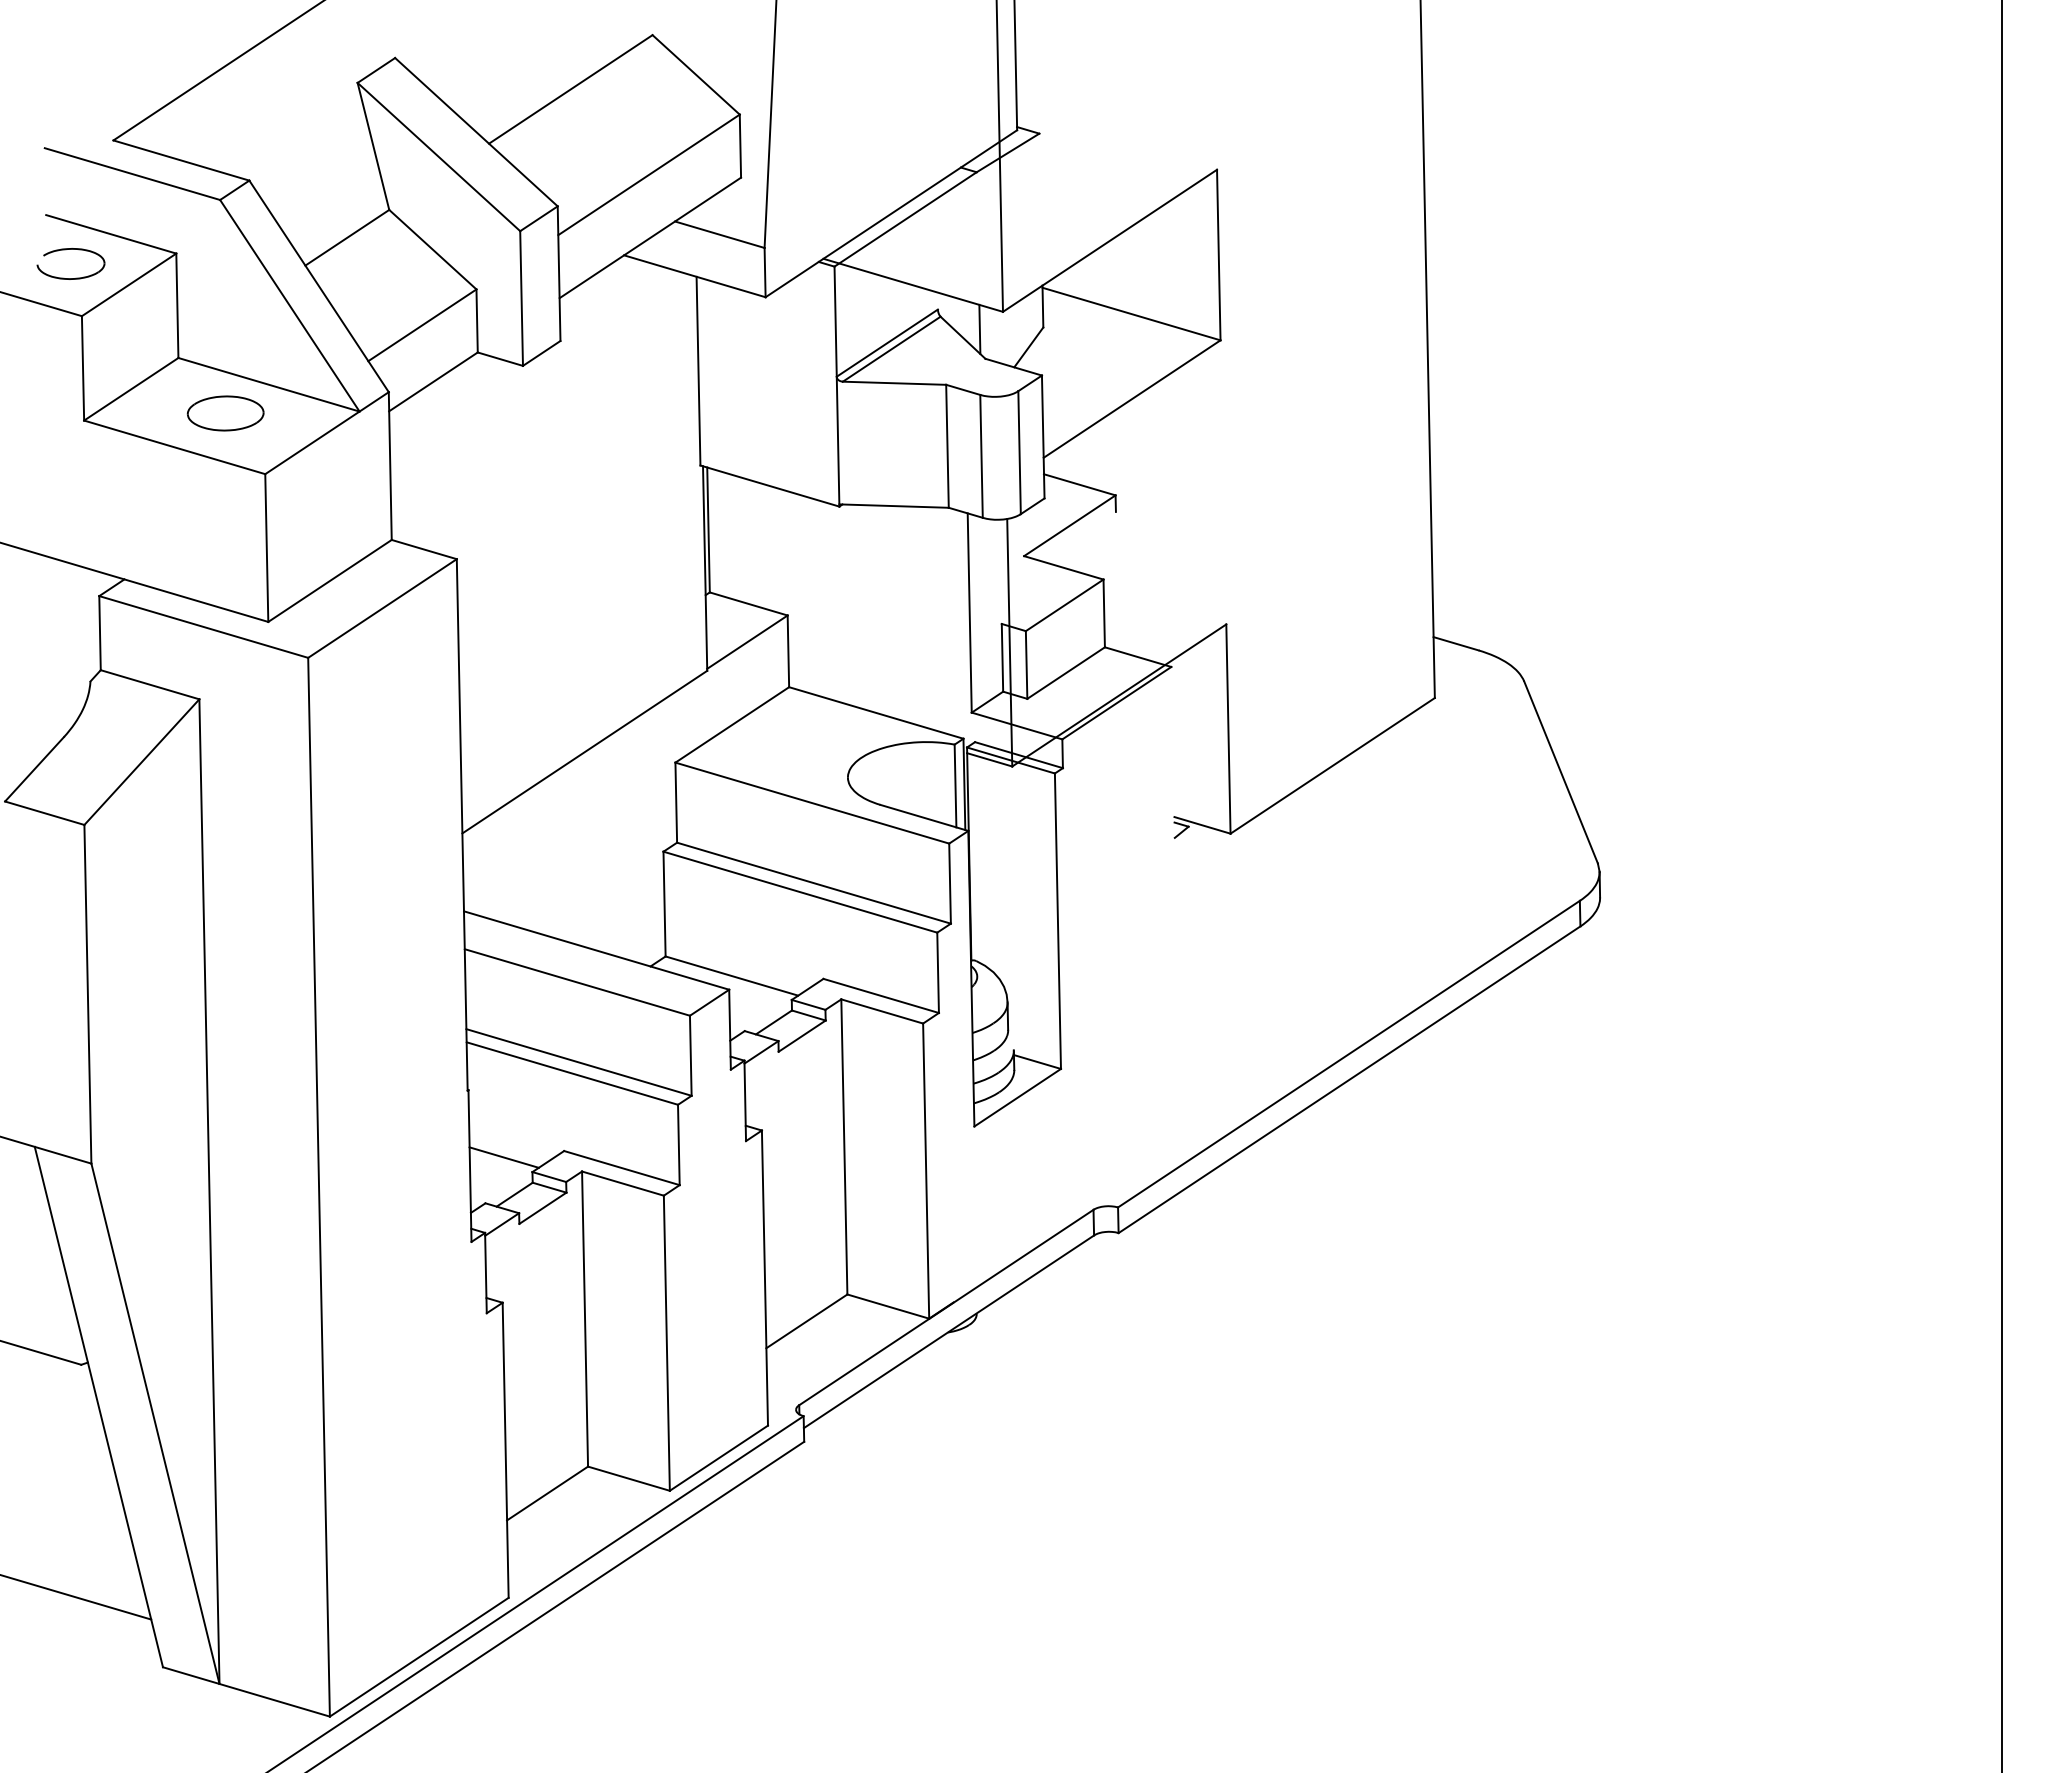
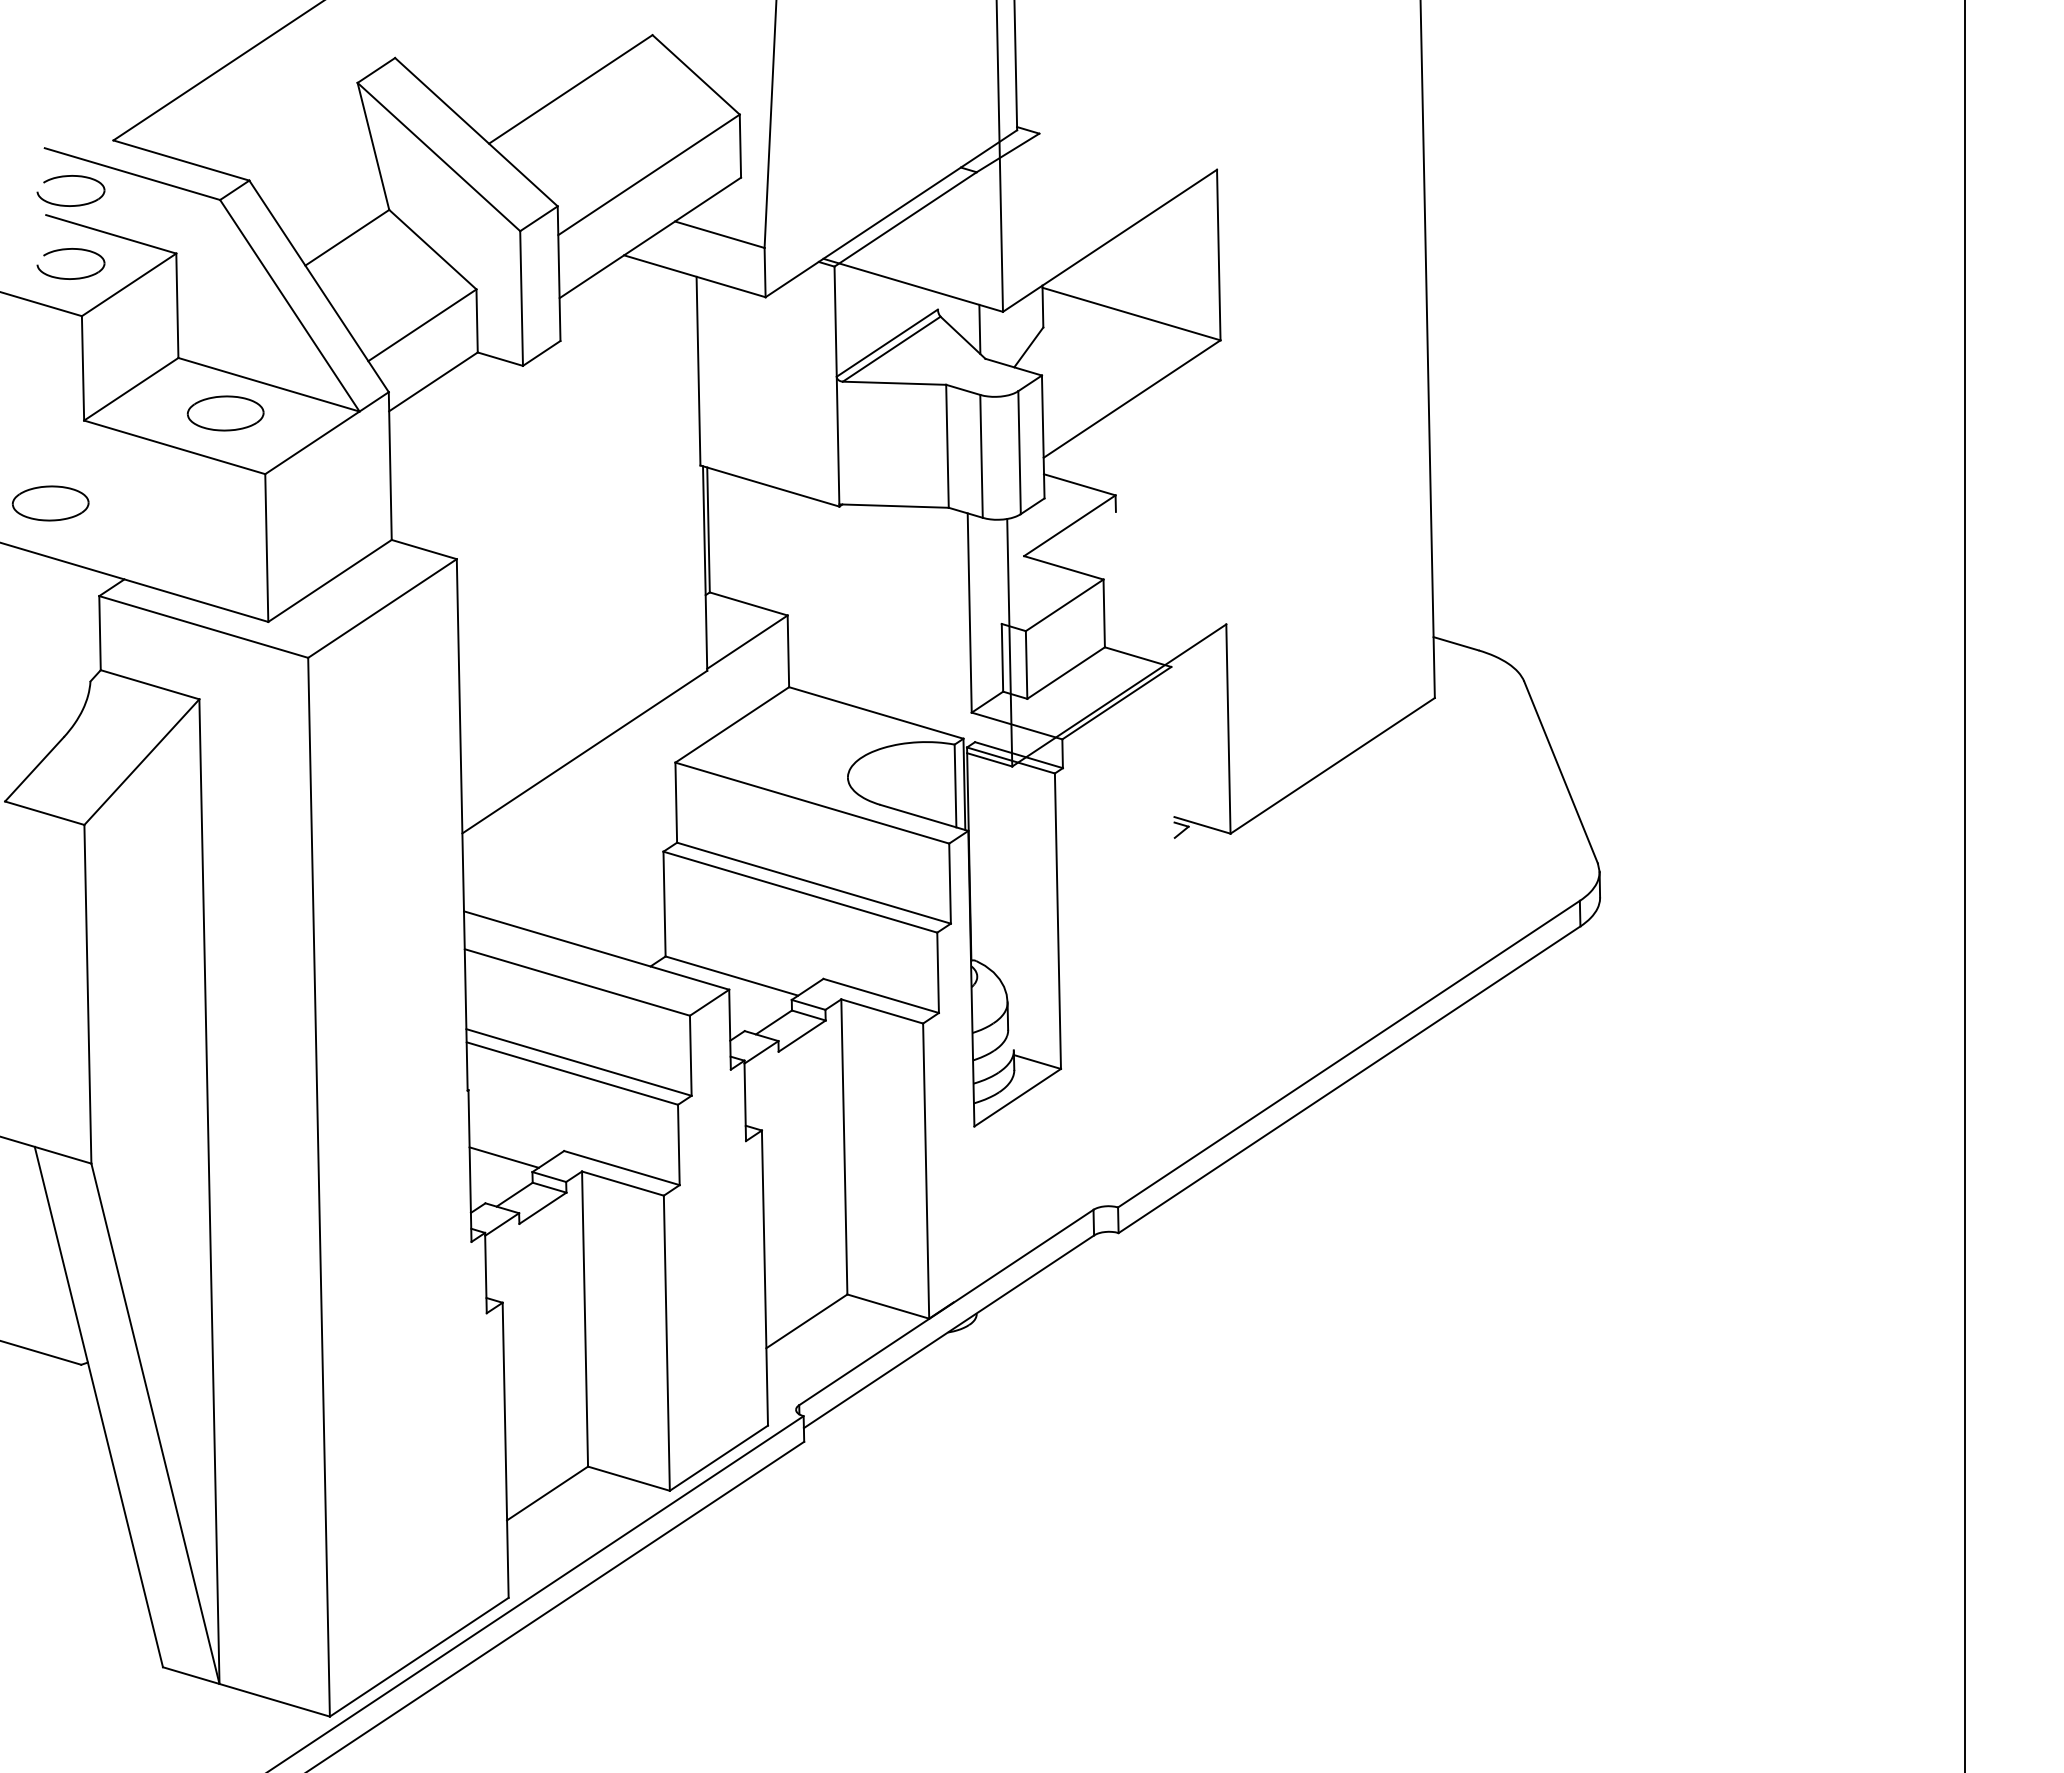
part at (66, 177): none -> present
part at (50, 503): none -> present
line at (2002, 885) position: (2002, 885) -> (1965, 885)
line at (76, 1597): present -> none
